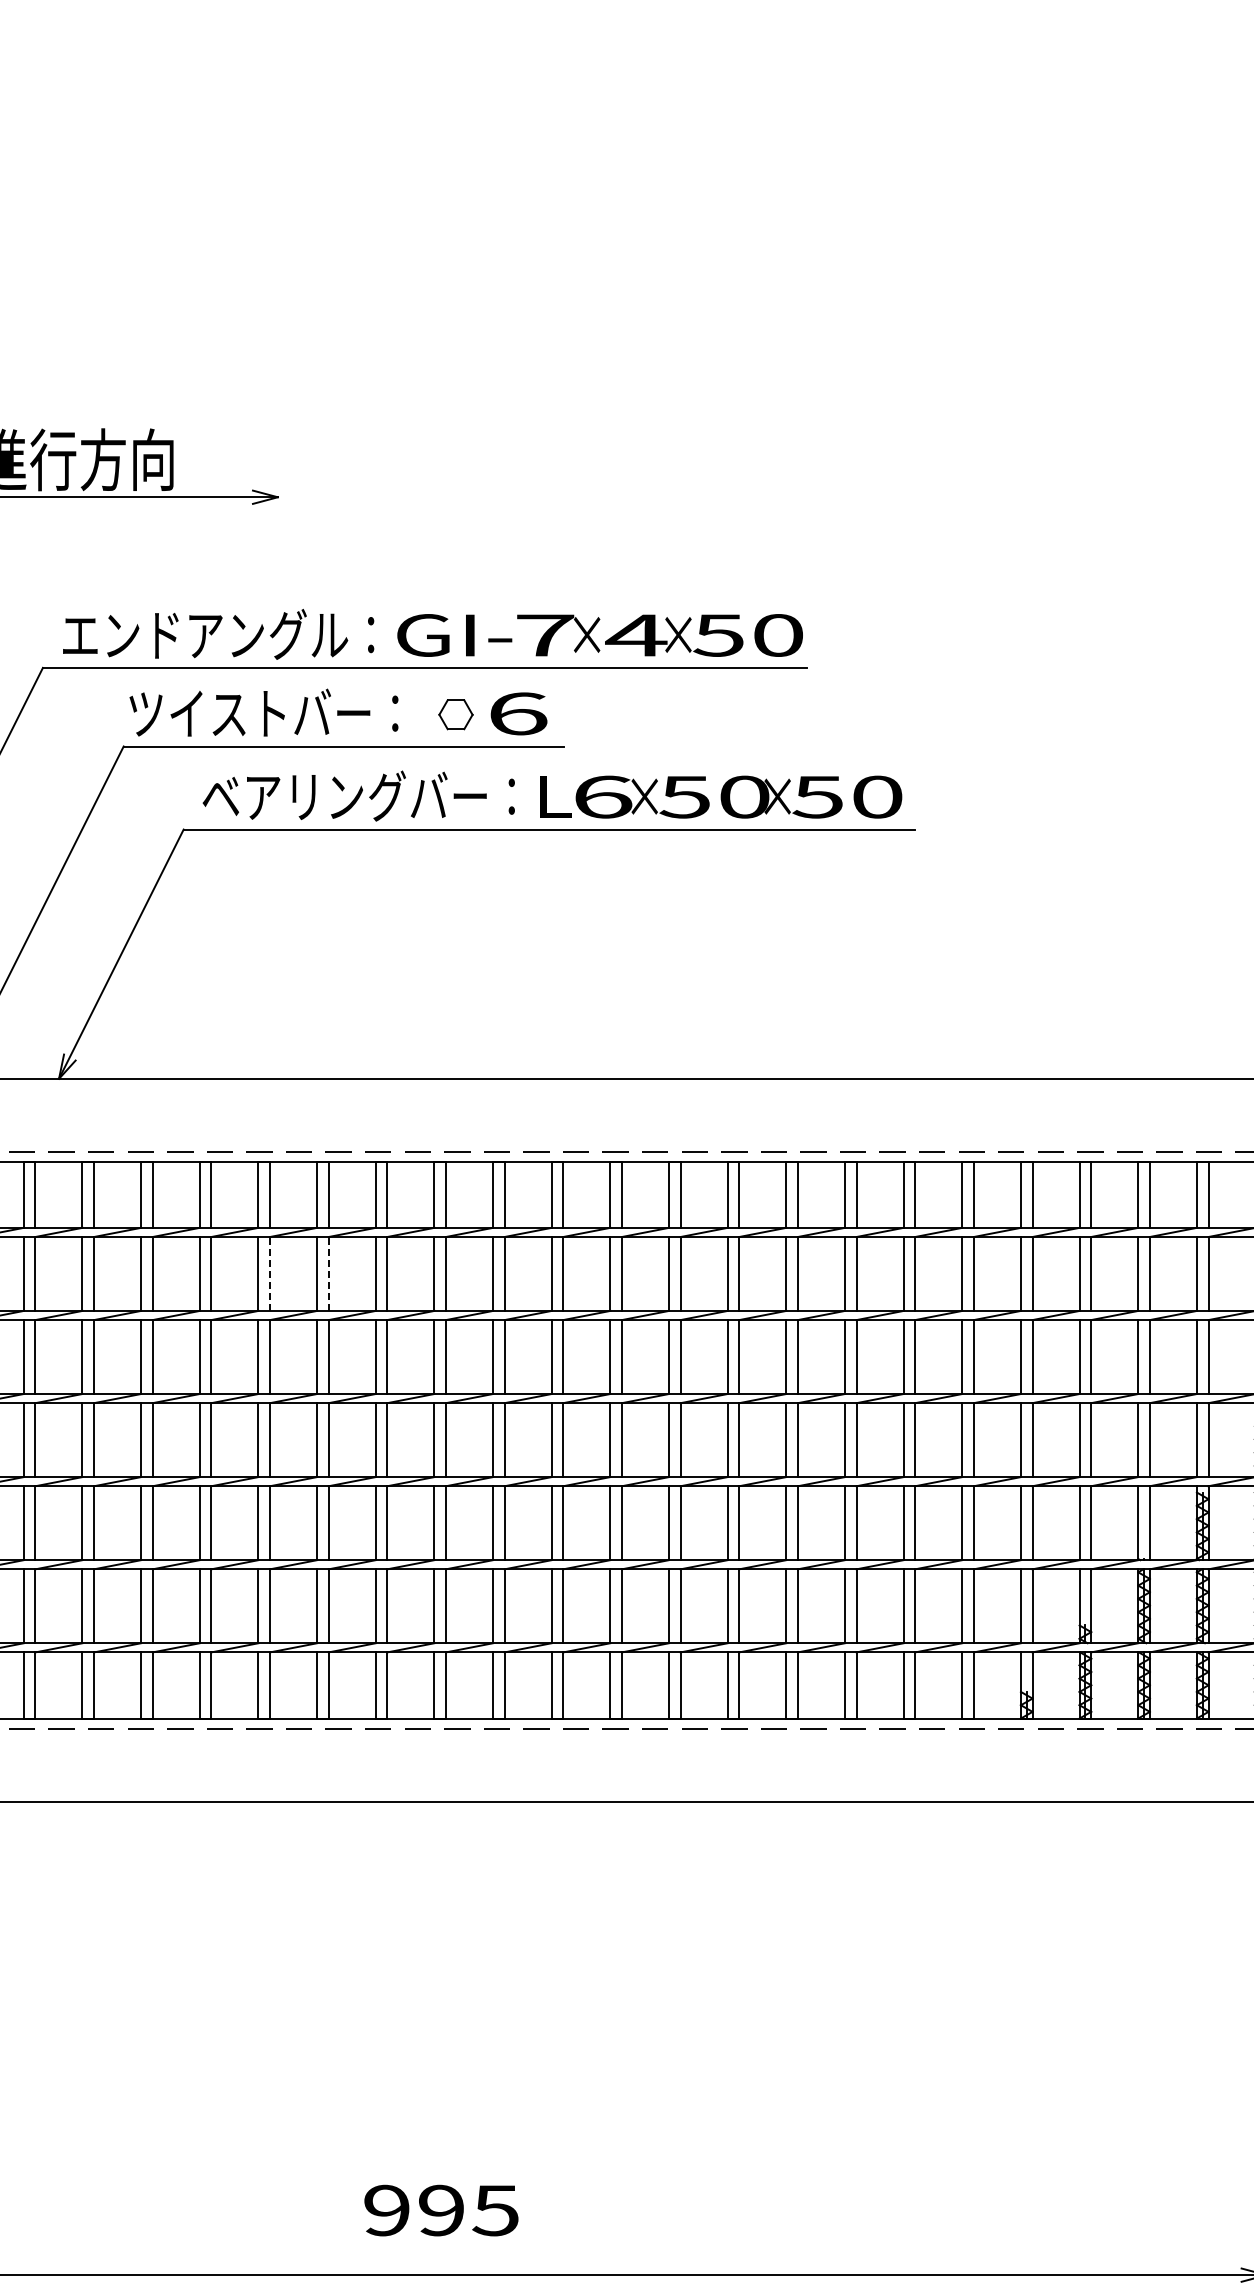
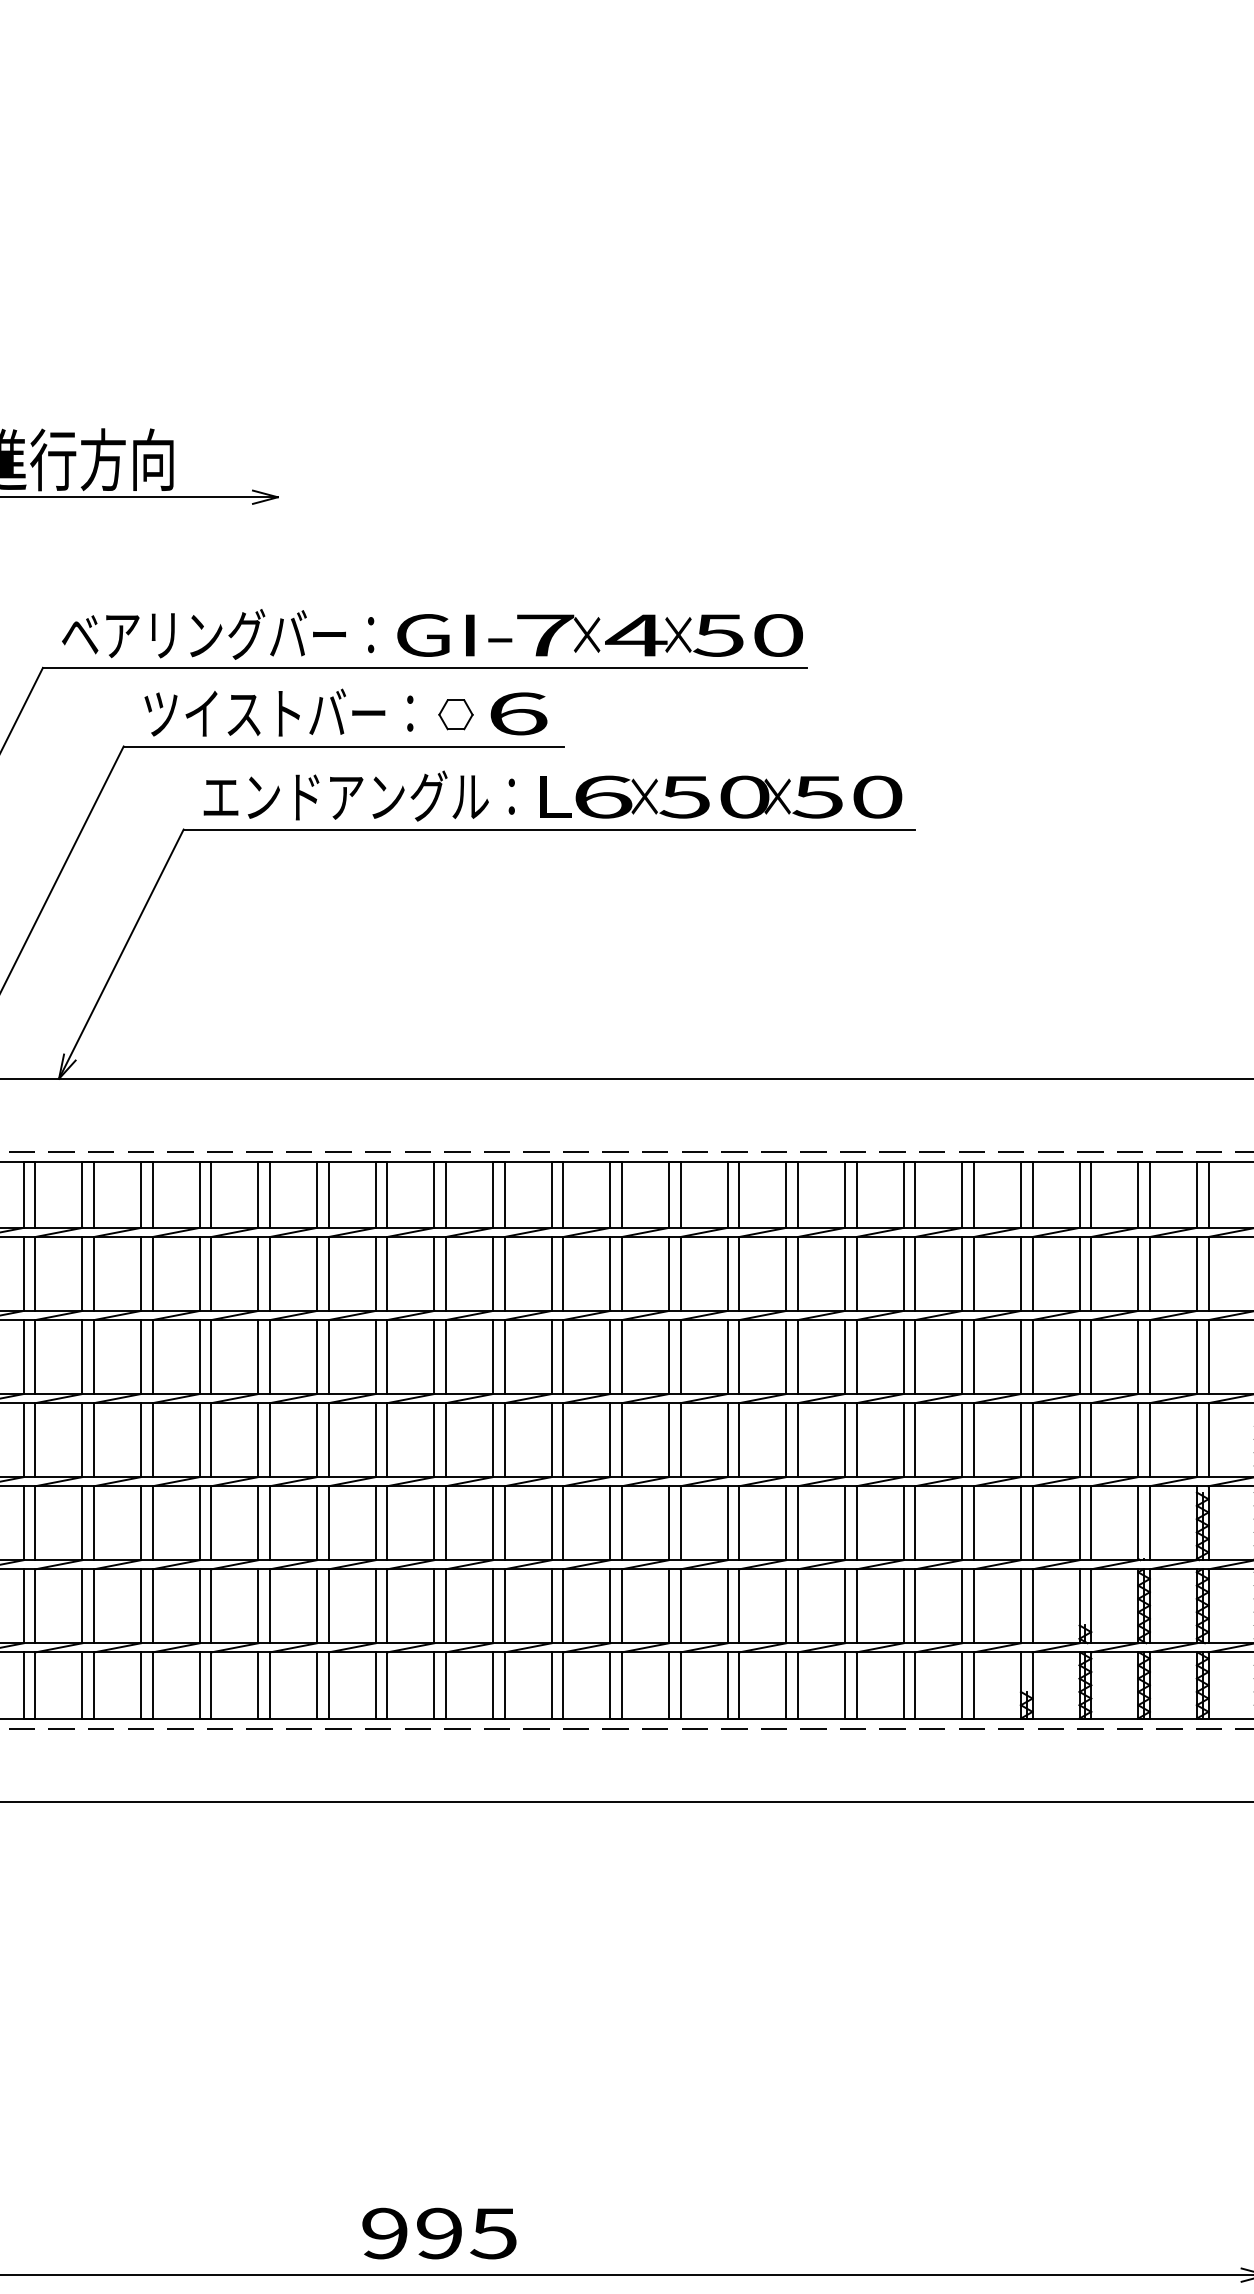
text at (205, 633): エンドアングル： -> ベアリングバー：
text at (263, 712) position: (263, 712) -> (278, 712)
text at (345, 795): ベアリングバー： -> エンドアングル：
line at (270, 1273): dashed -> solid
line at (328, 1273): dashed -> solid
text at (441, 2210) position: (441, 2210) -> (439, 2233)
